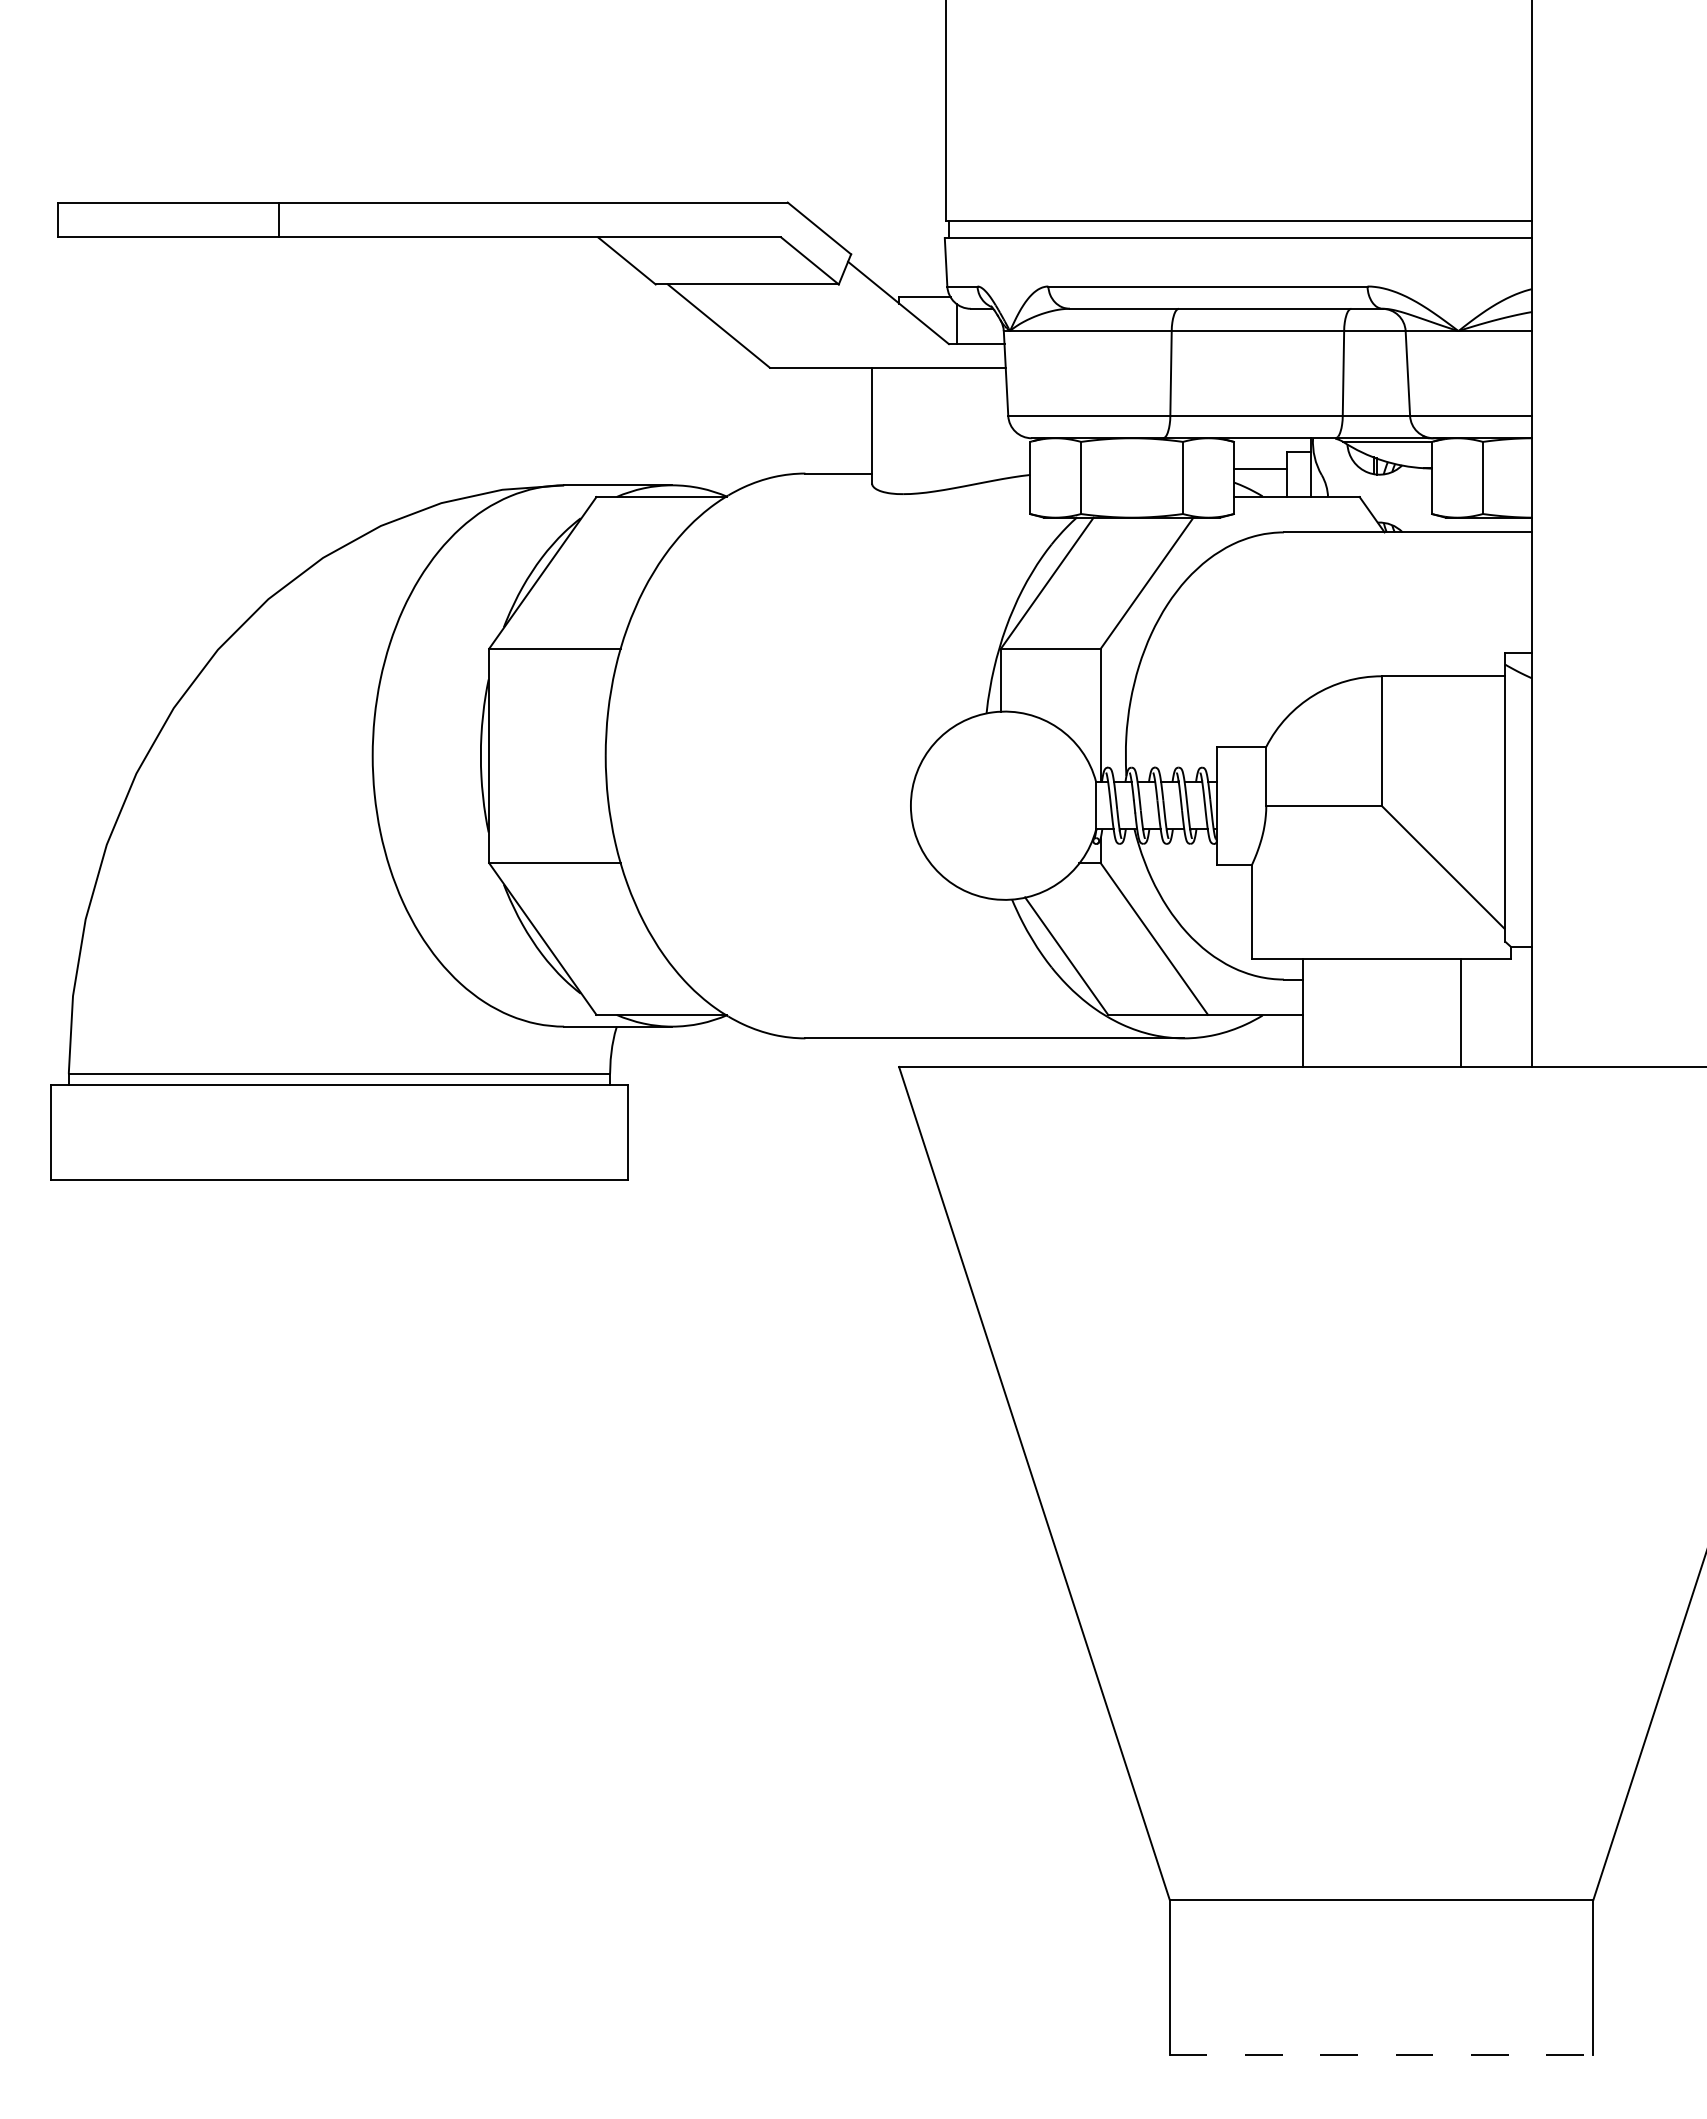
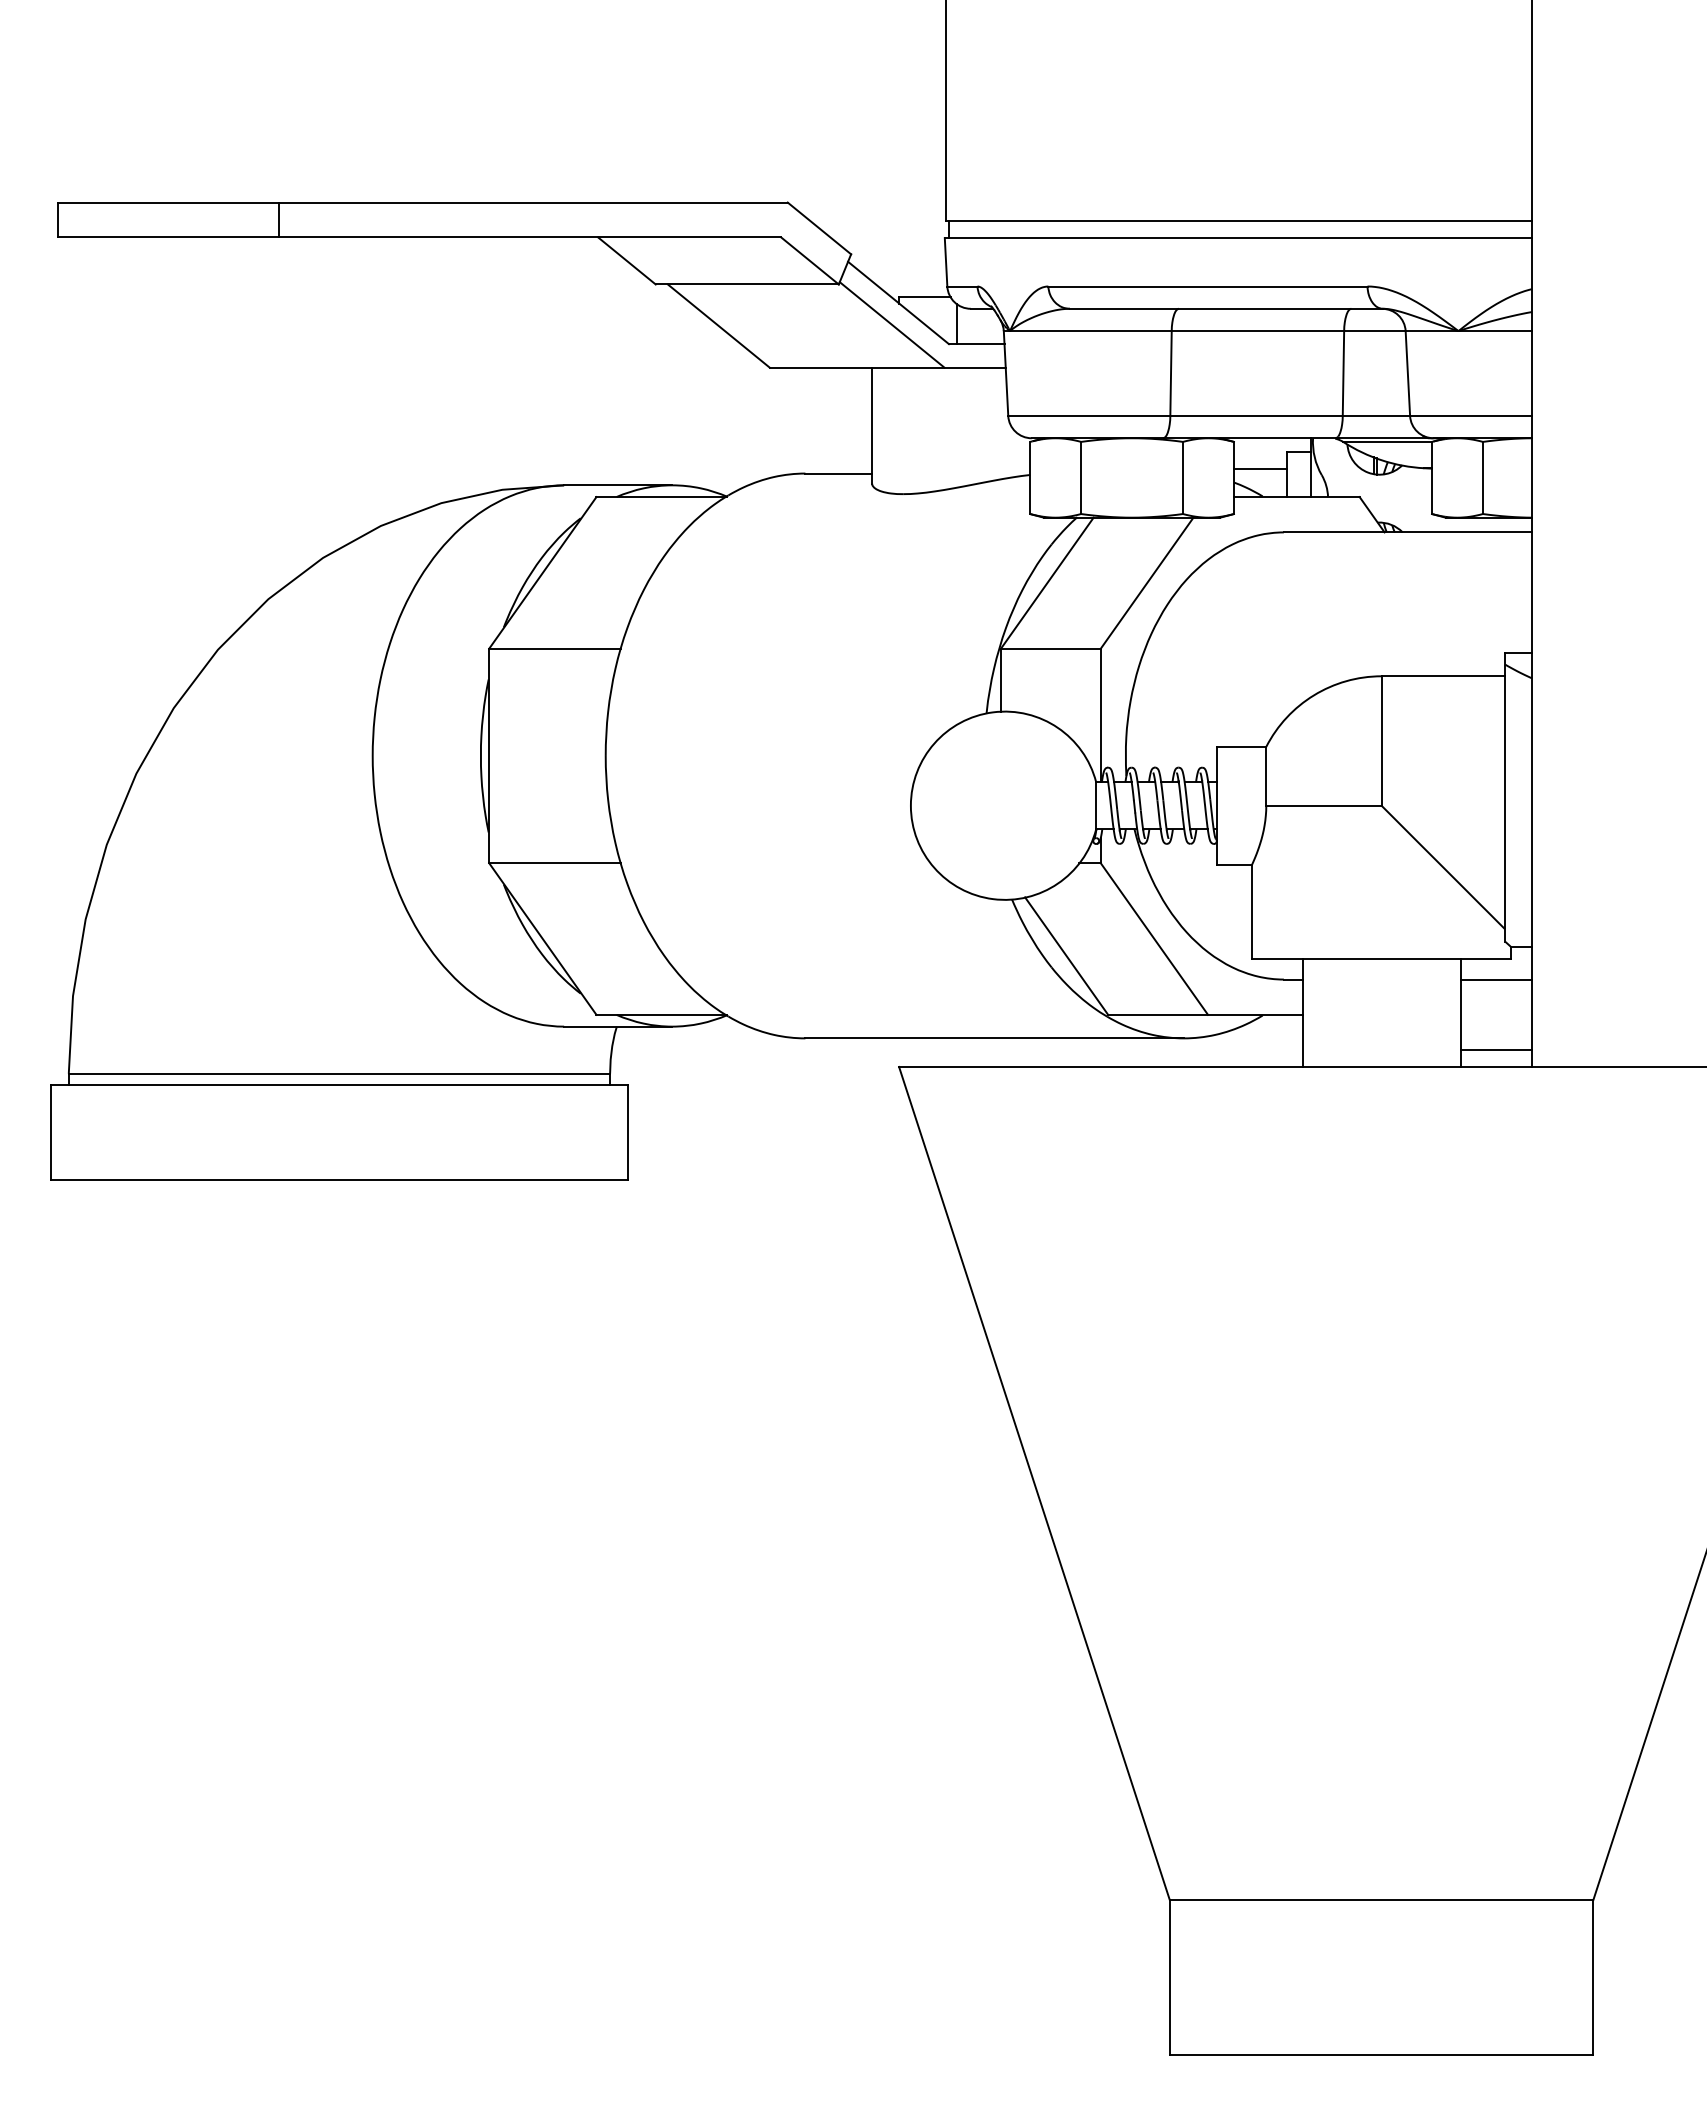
line at (891, 324): none -> present
line at (1495, 979): none -> present
line at (1495, 1050): none -> present
line at (1381, 2055): dashed -> solid
